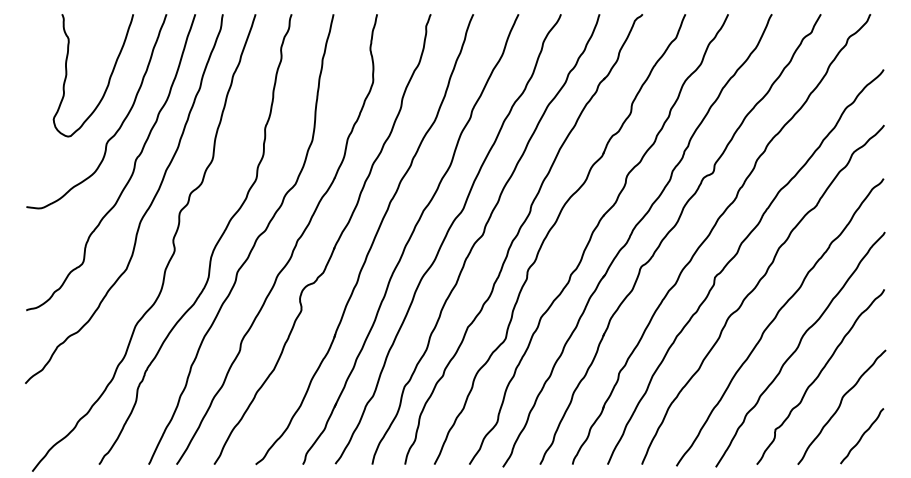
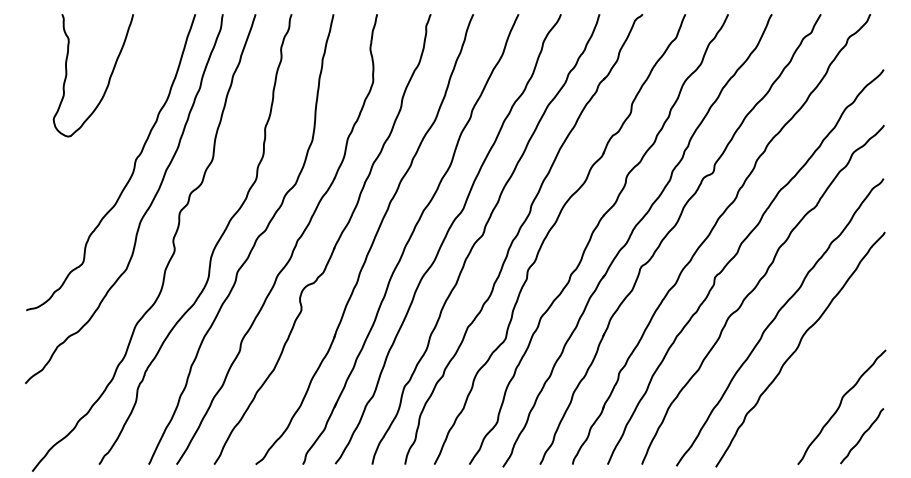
curve at (120, 124): present -> none
curve at (819, 376): present -> none
